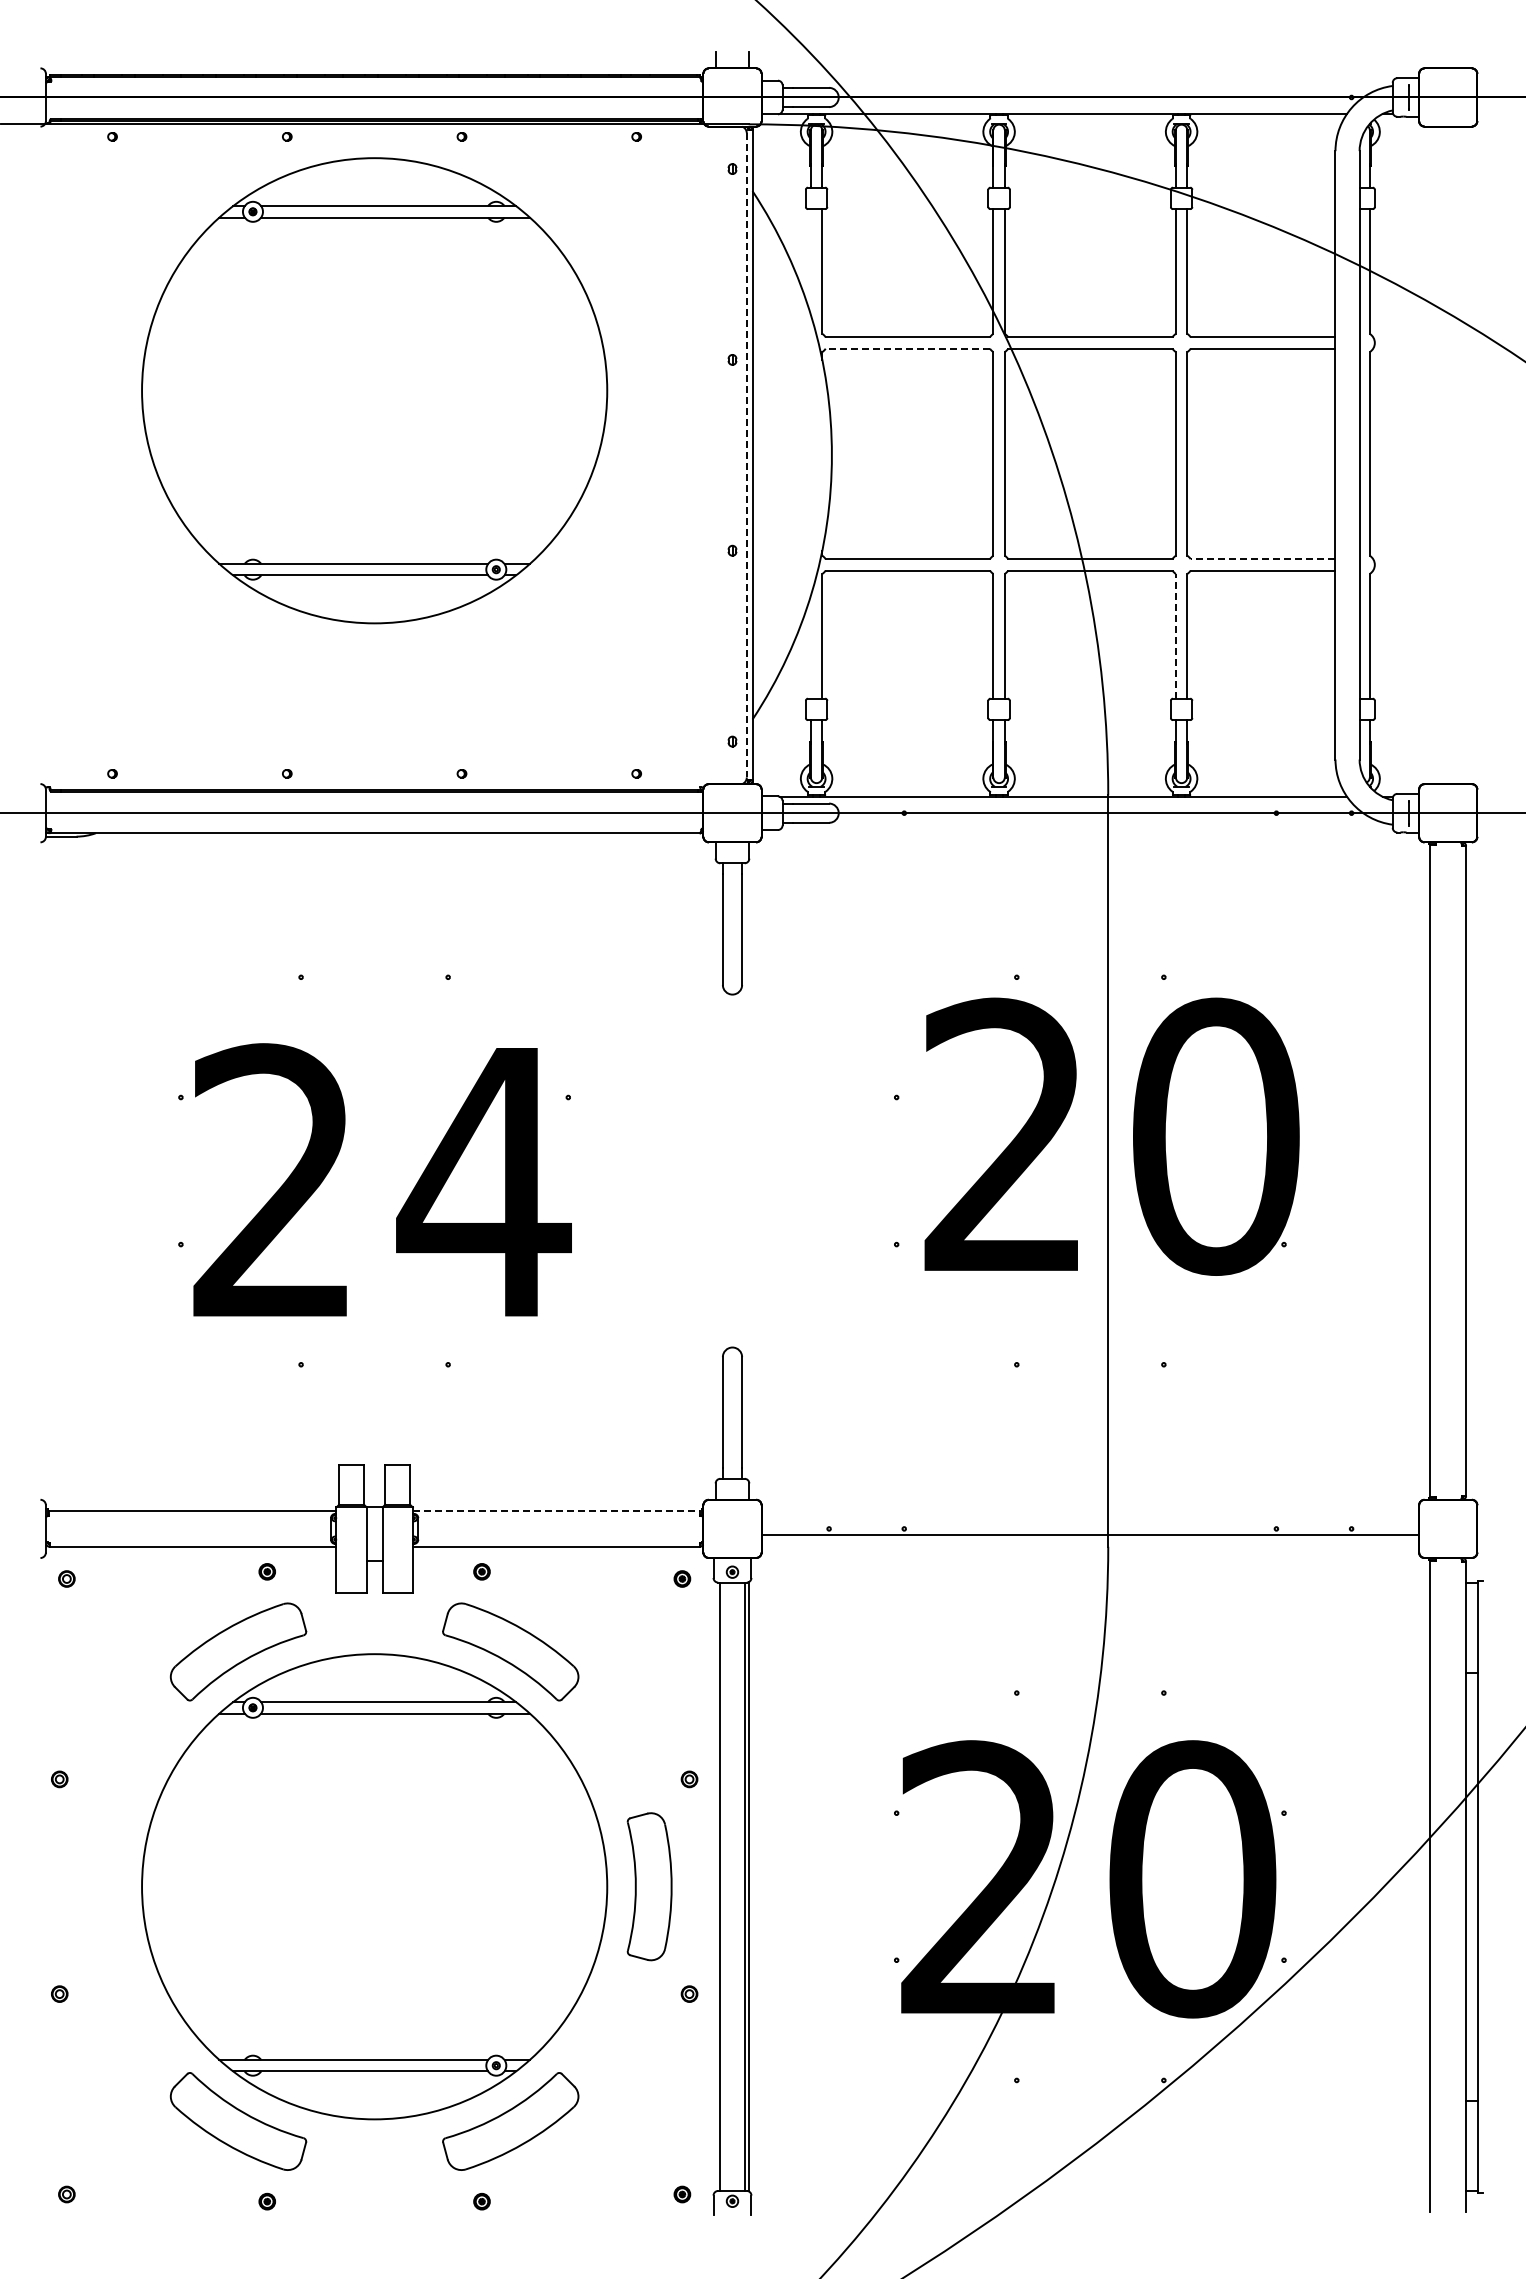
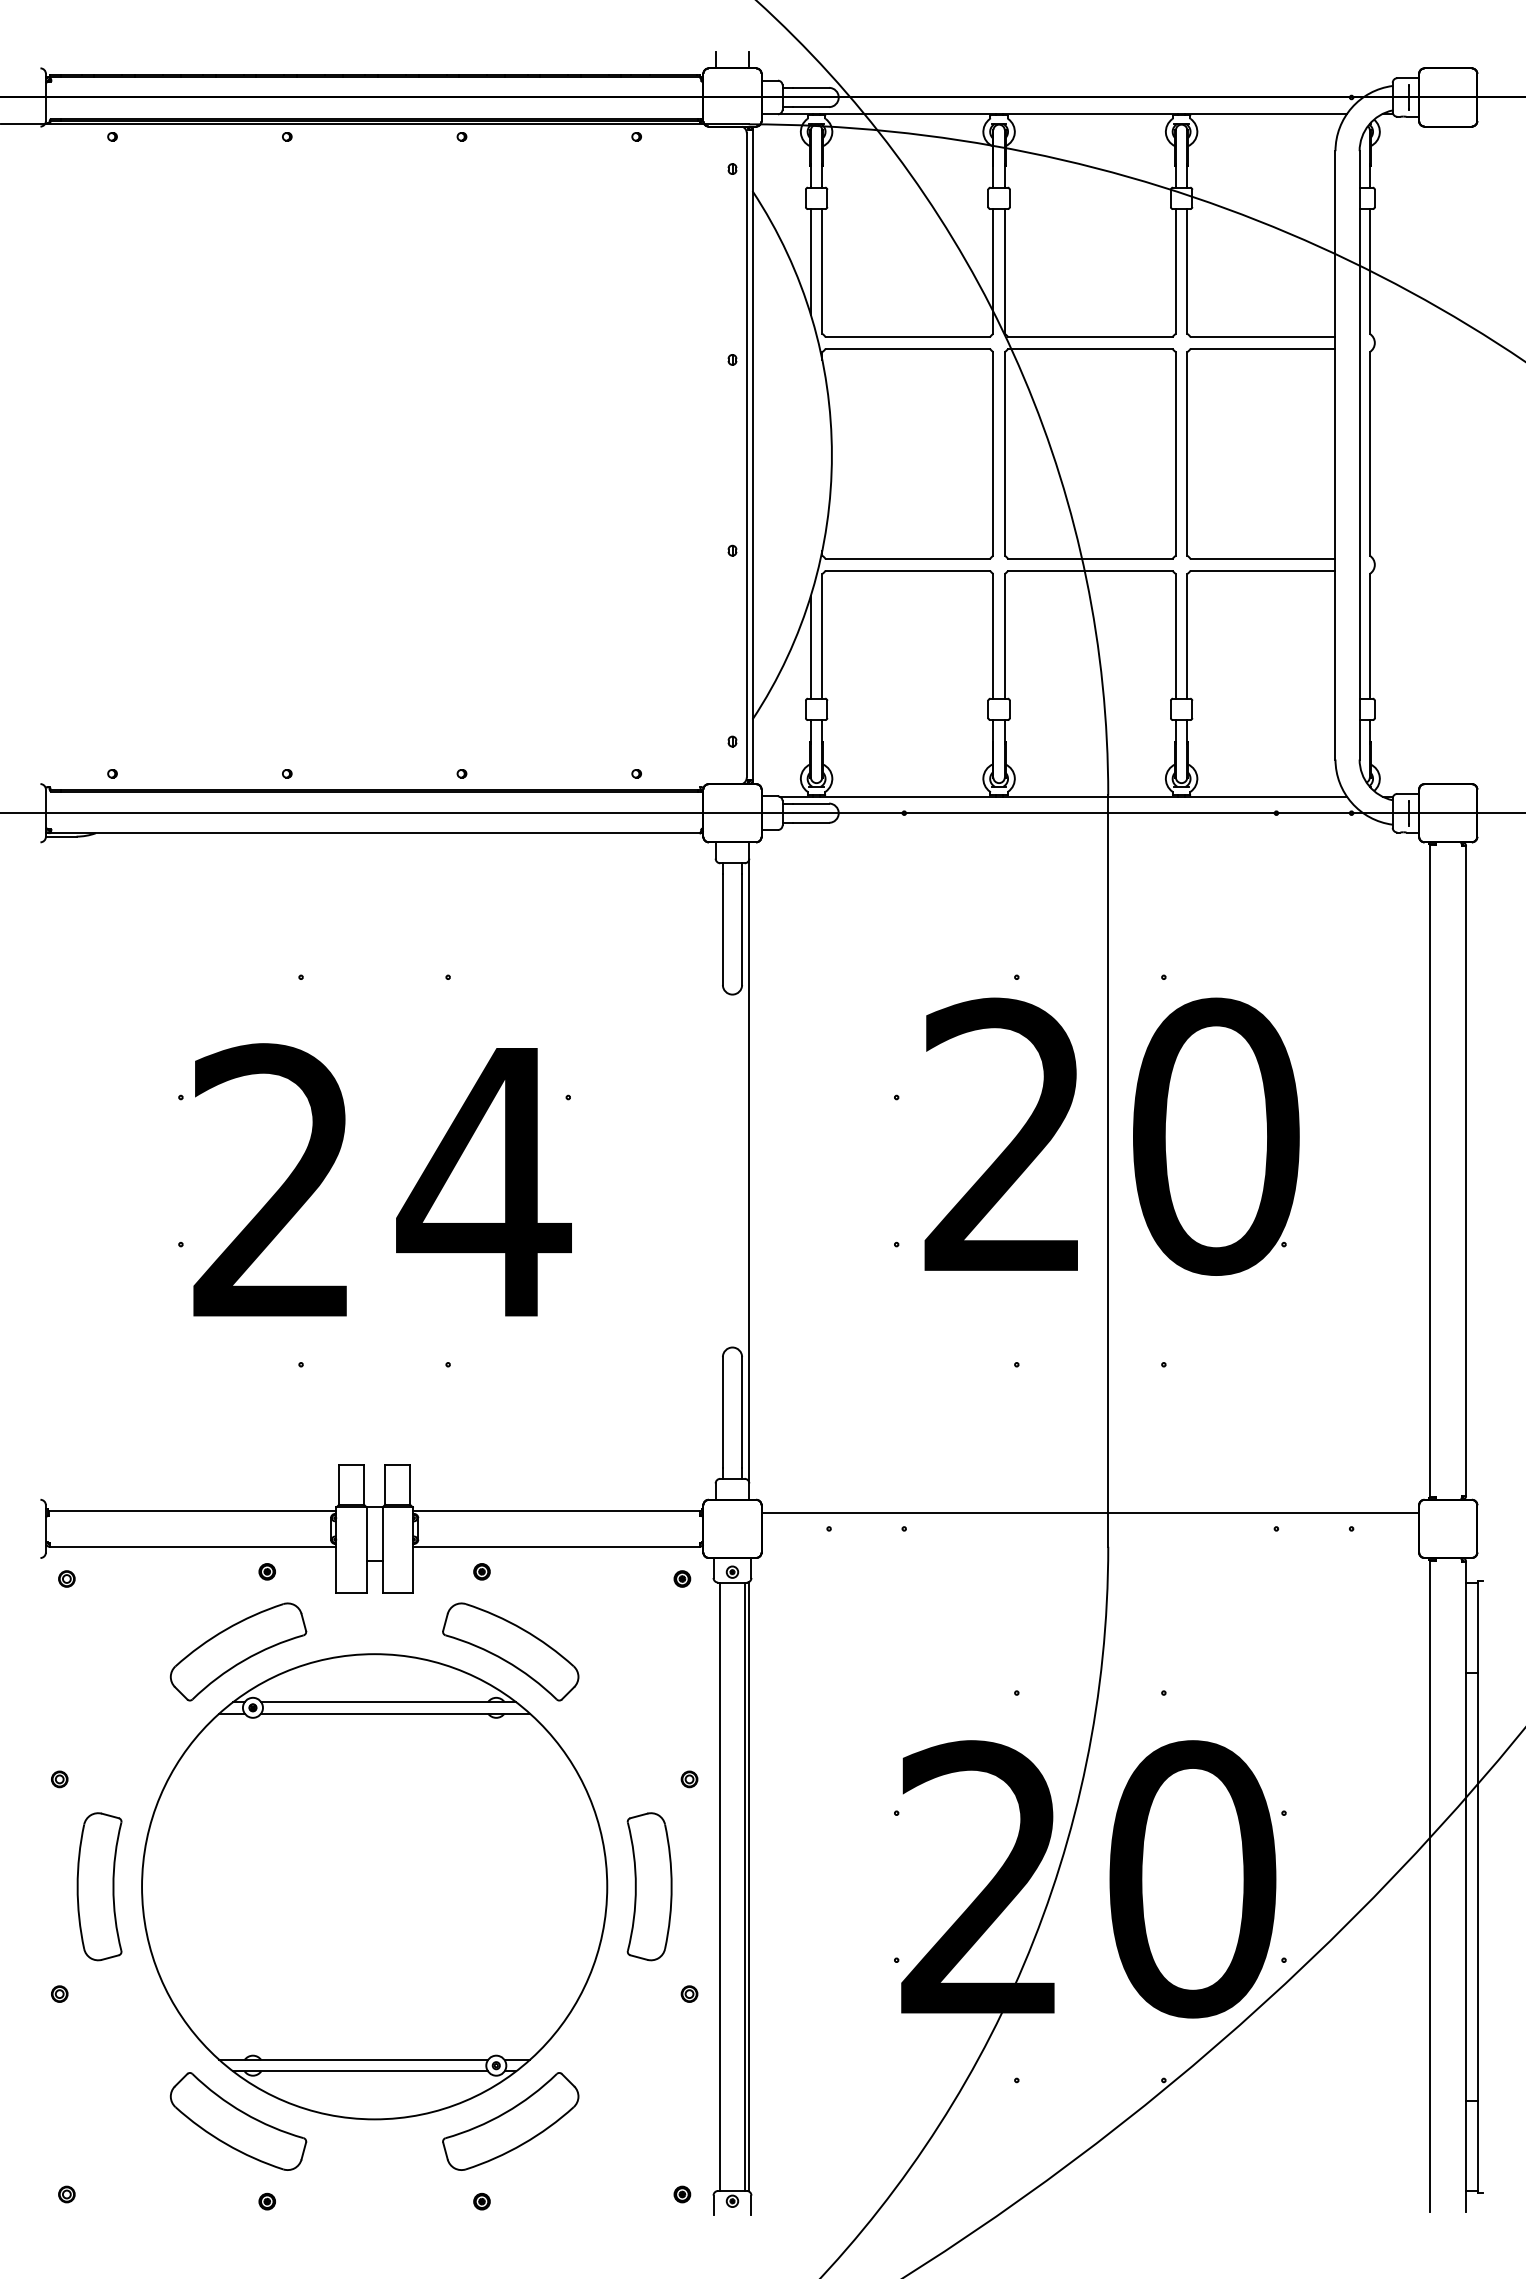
line at (810, 261): none -> present
line at (907, 348): dashed -> solid
part at (374, 390): present -> none
line at (746, 455): dashed -> solid
line at (1262, 559): dashed -> solid
line at (1175, 635): dashed -> solid
line at (810, 646): none -> present
line at (748, 1170): none -> present
line at (556, 1511): dashed -> solid
line at (1090, 1534) position: (1090, 1534) -> (1090, 1512)
part at (99, 1886): none -> present
